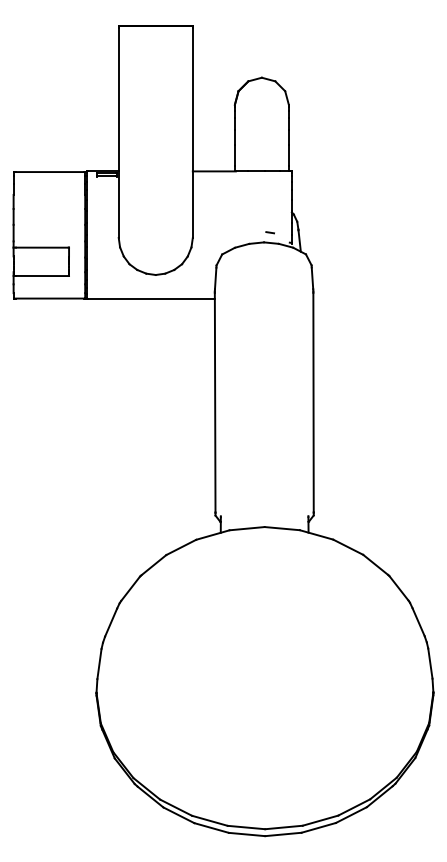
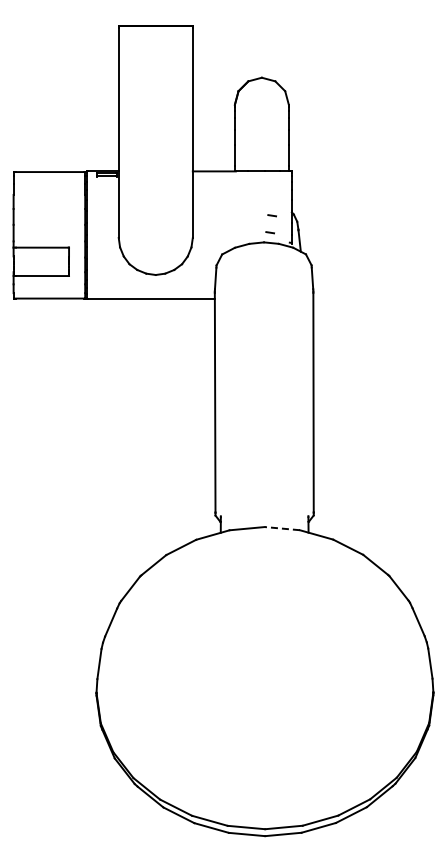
line at (271, 215): none -> present
line at (282, 528): solid -> dashed
